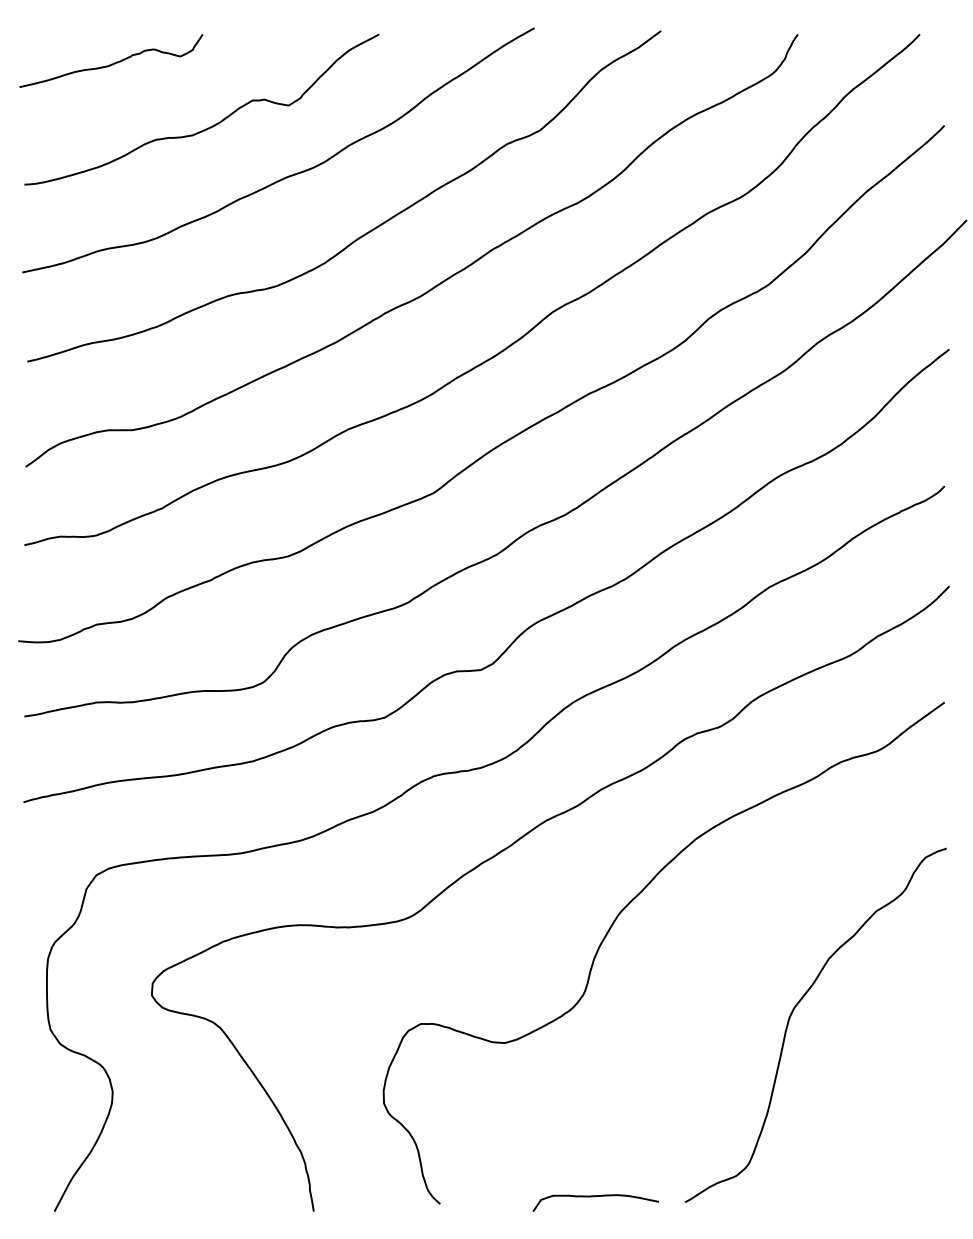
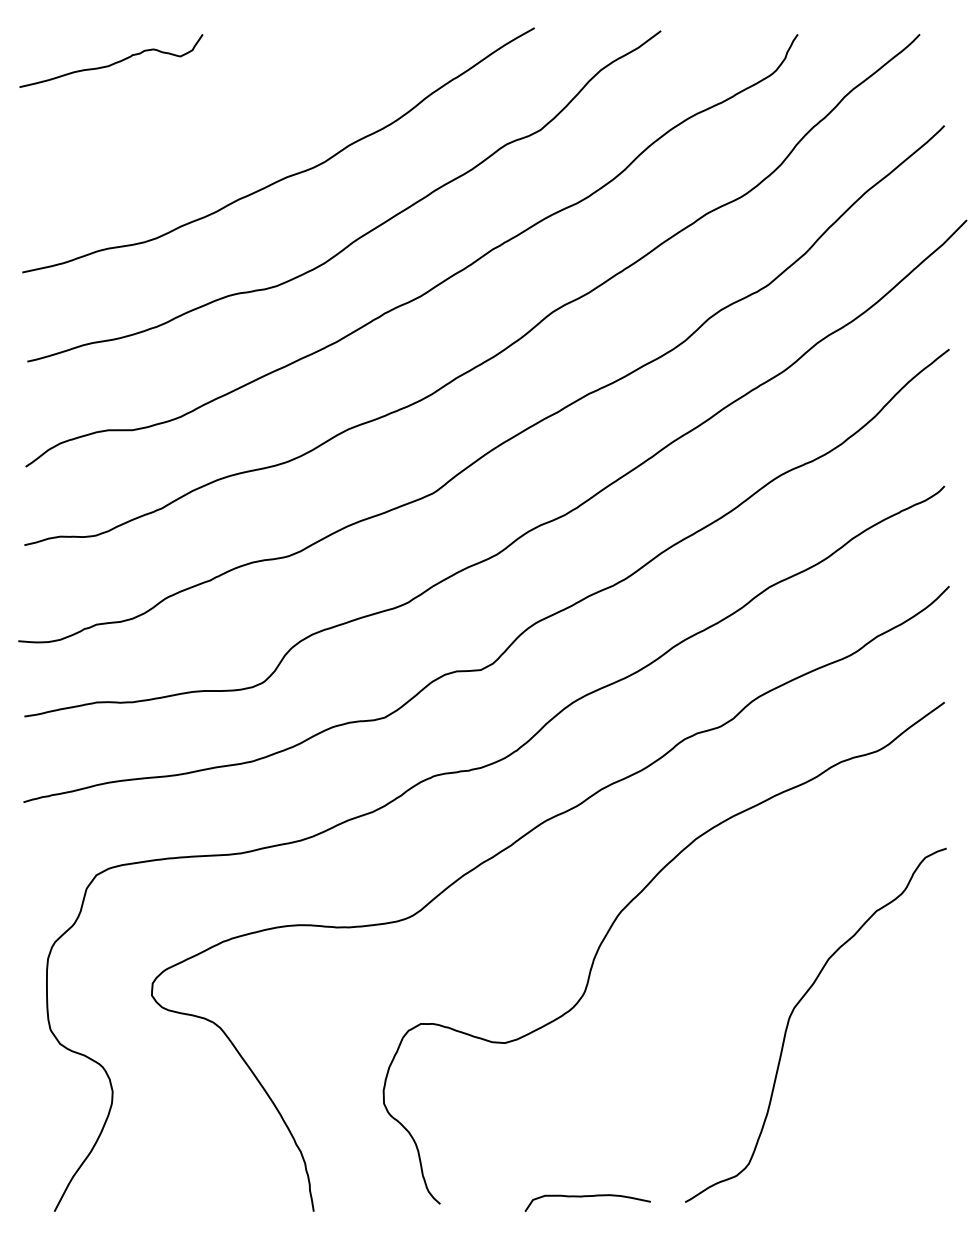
curve at (210, 126): present -> none
curve at (593, 1197) position: (593, 1197) -> (585, 1197)
